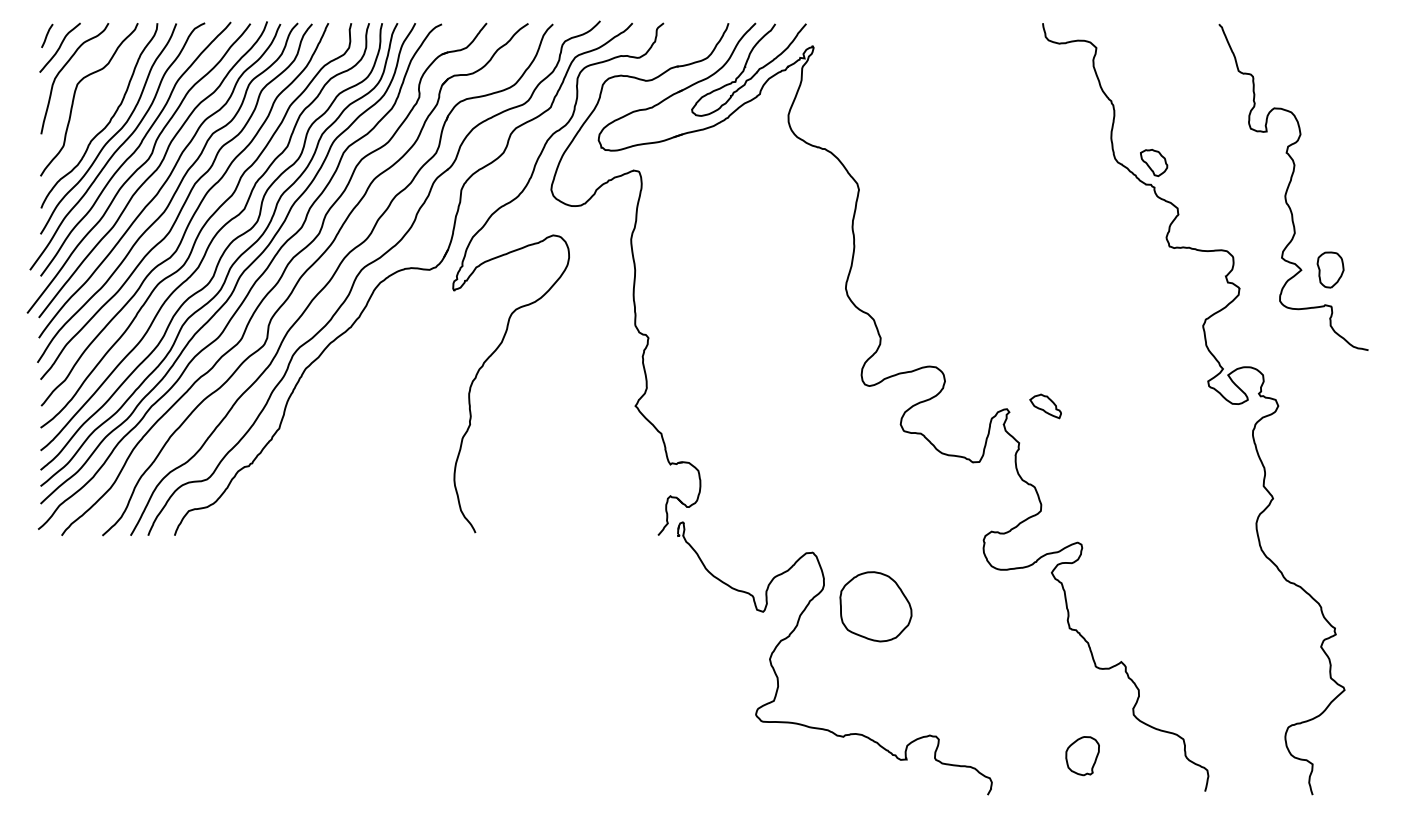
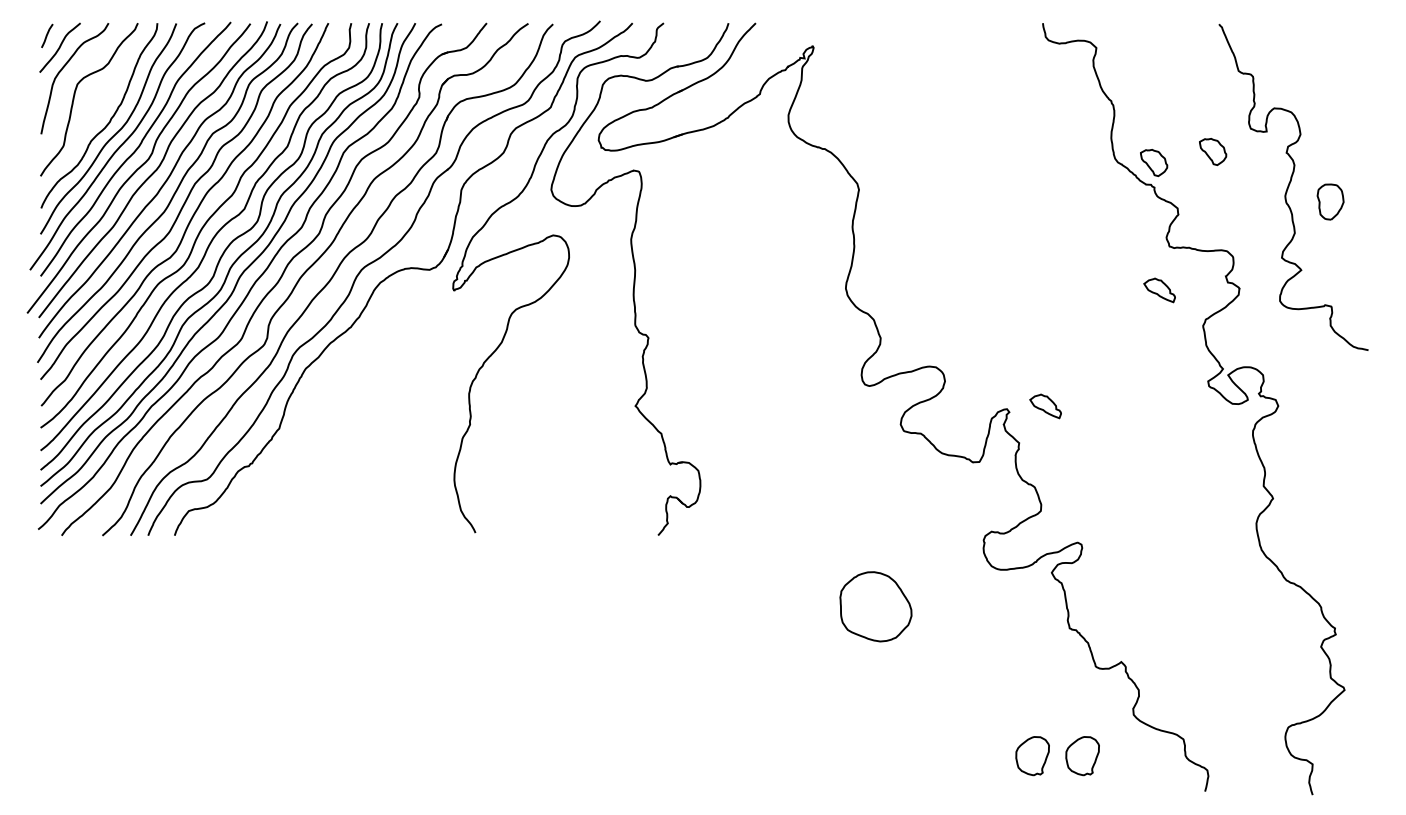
curve at (746, 67): present -> none
part at (1213, 151): none -> present
part at (1330, 269) position: (1330, 269) -> (1330, 201)
part at (1159, 290): none -> present
part at (796, 628): present -> none
part at (1032, 756): none -> present
